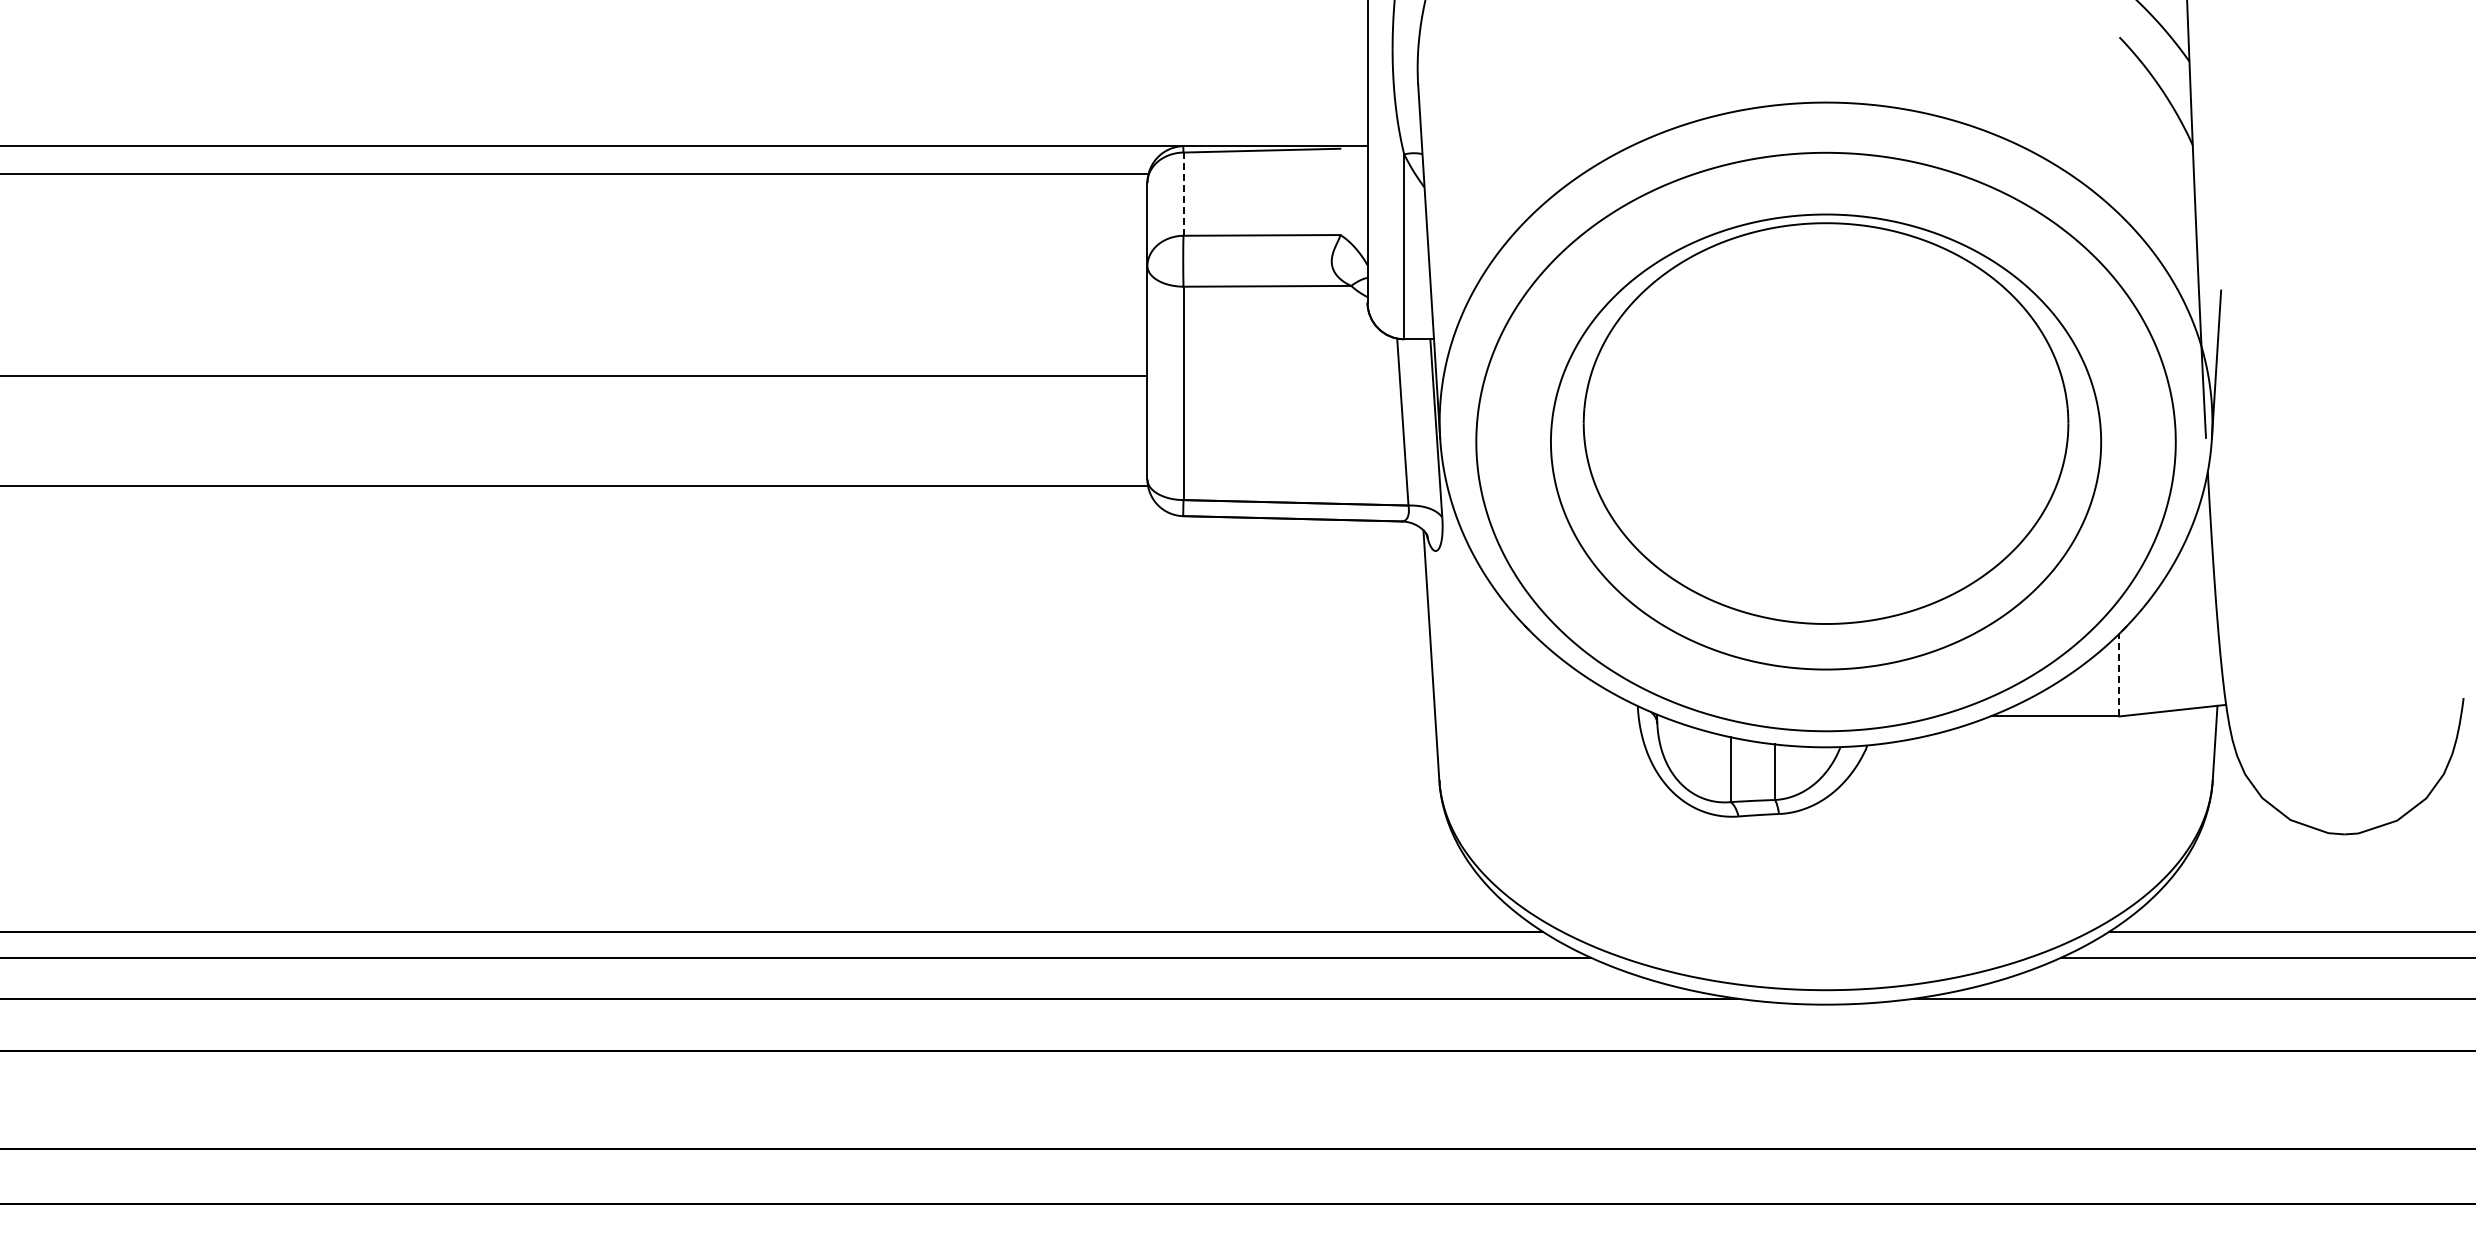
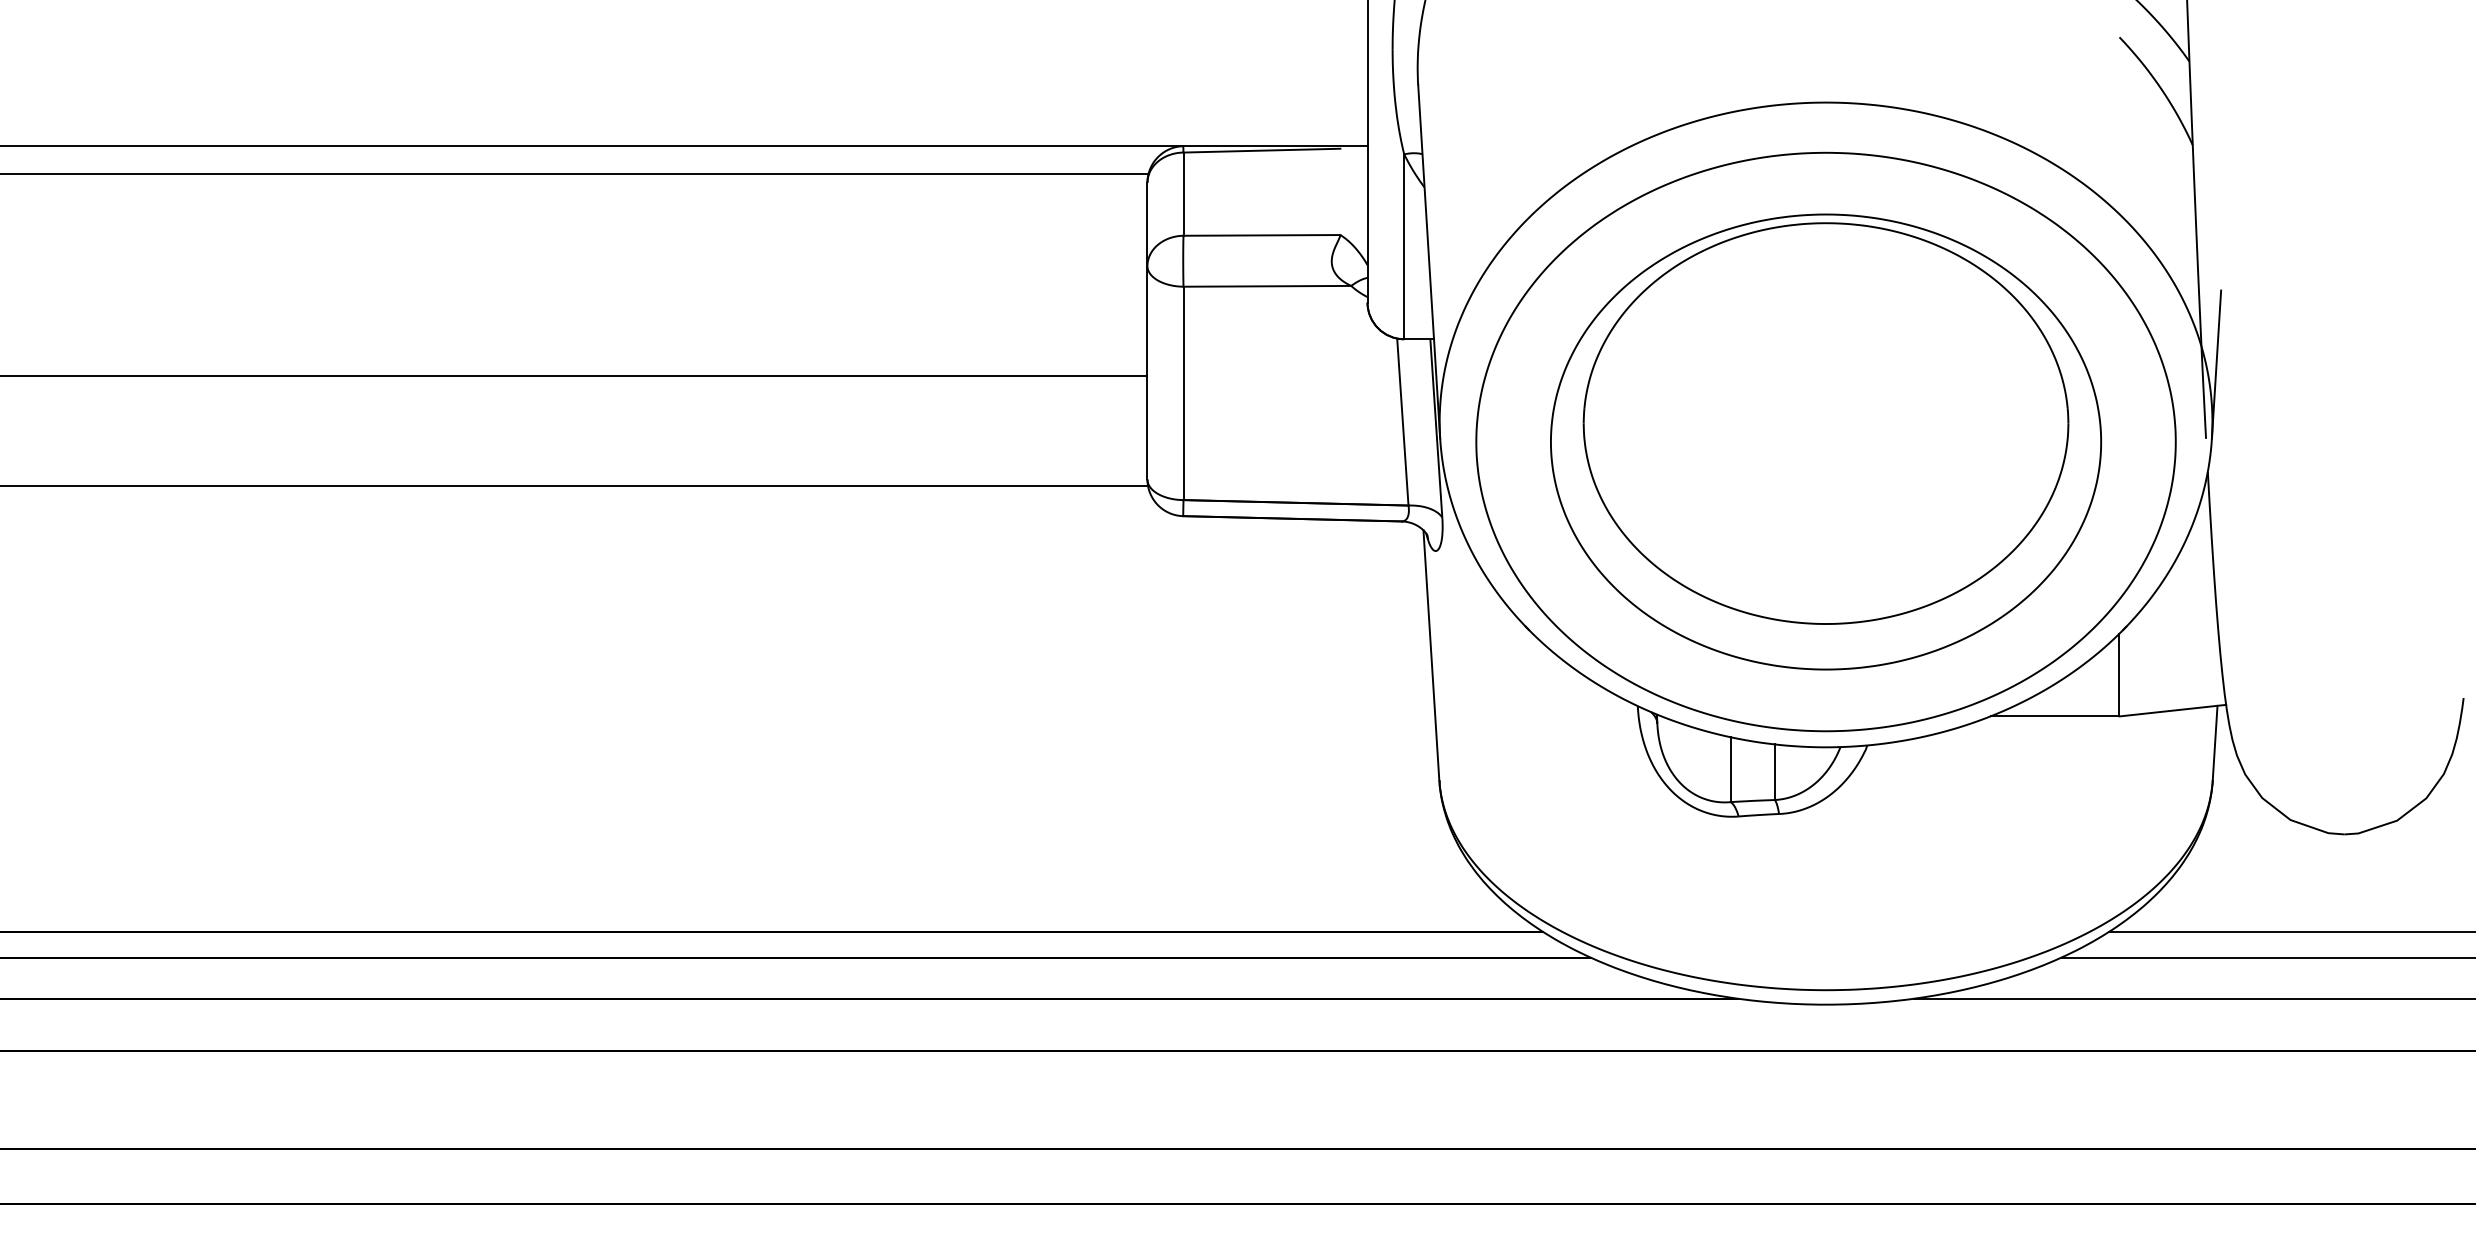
line at (1183, 194): dashed -> solid
line at (2119, 674): dashed -> solid
